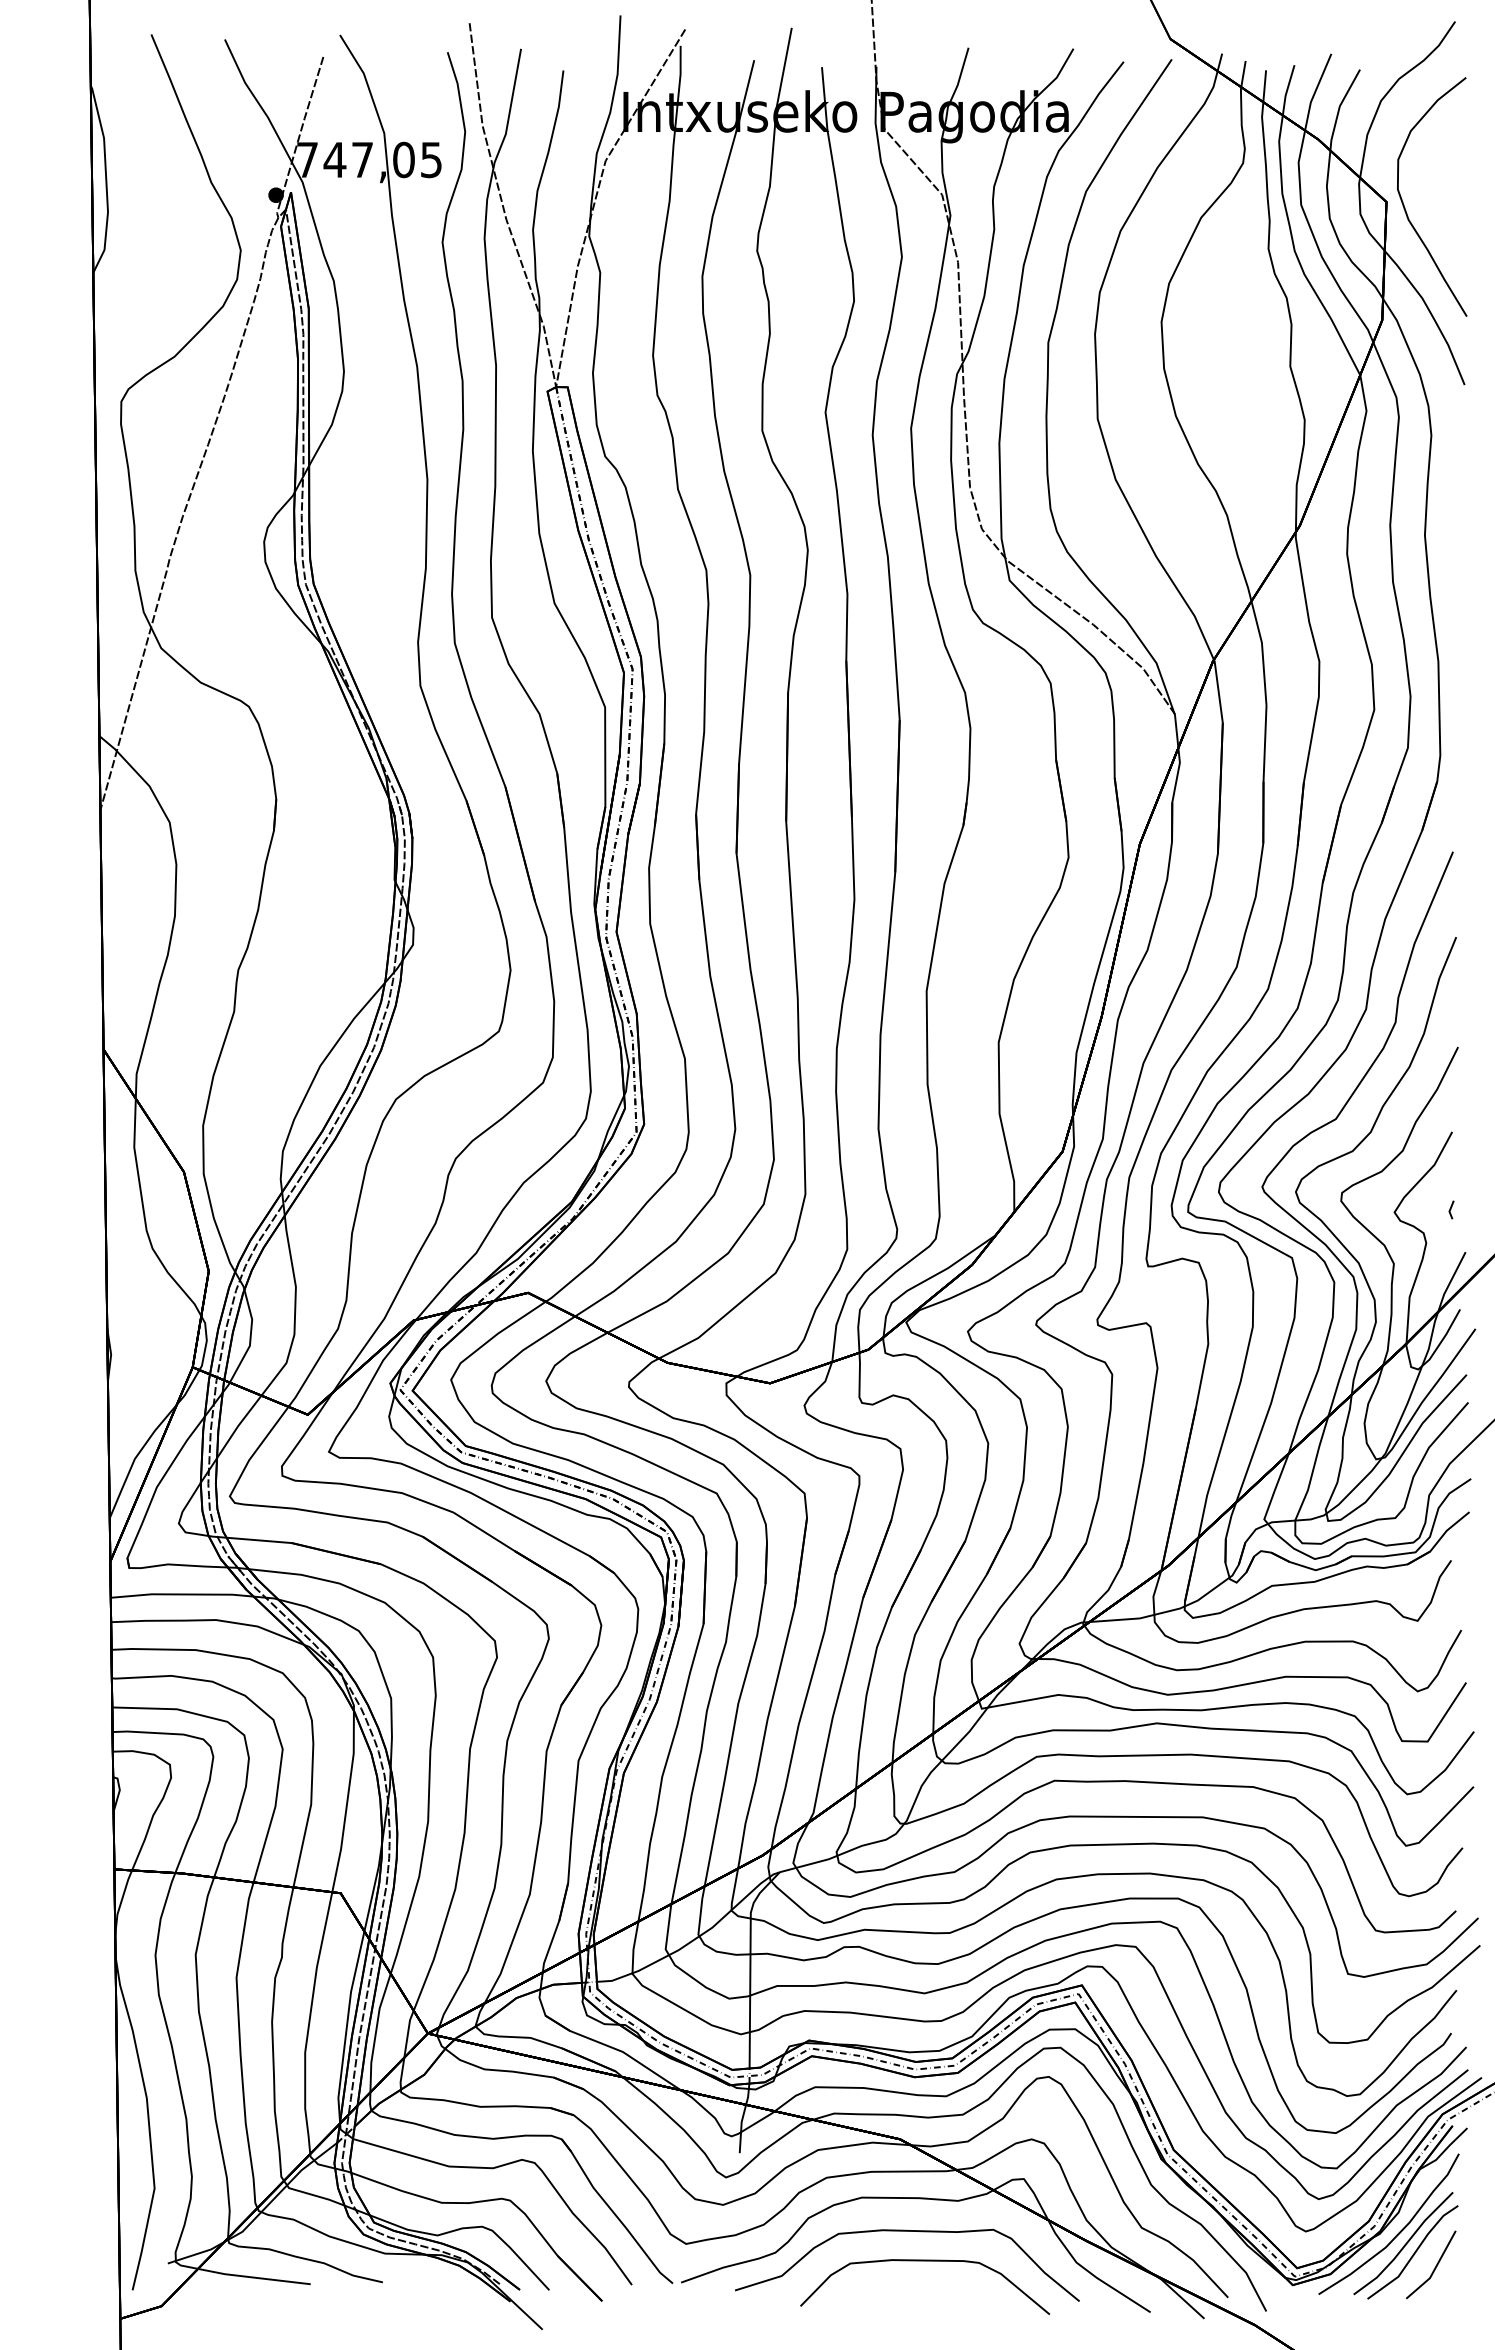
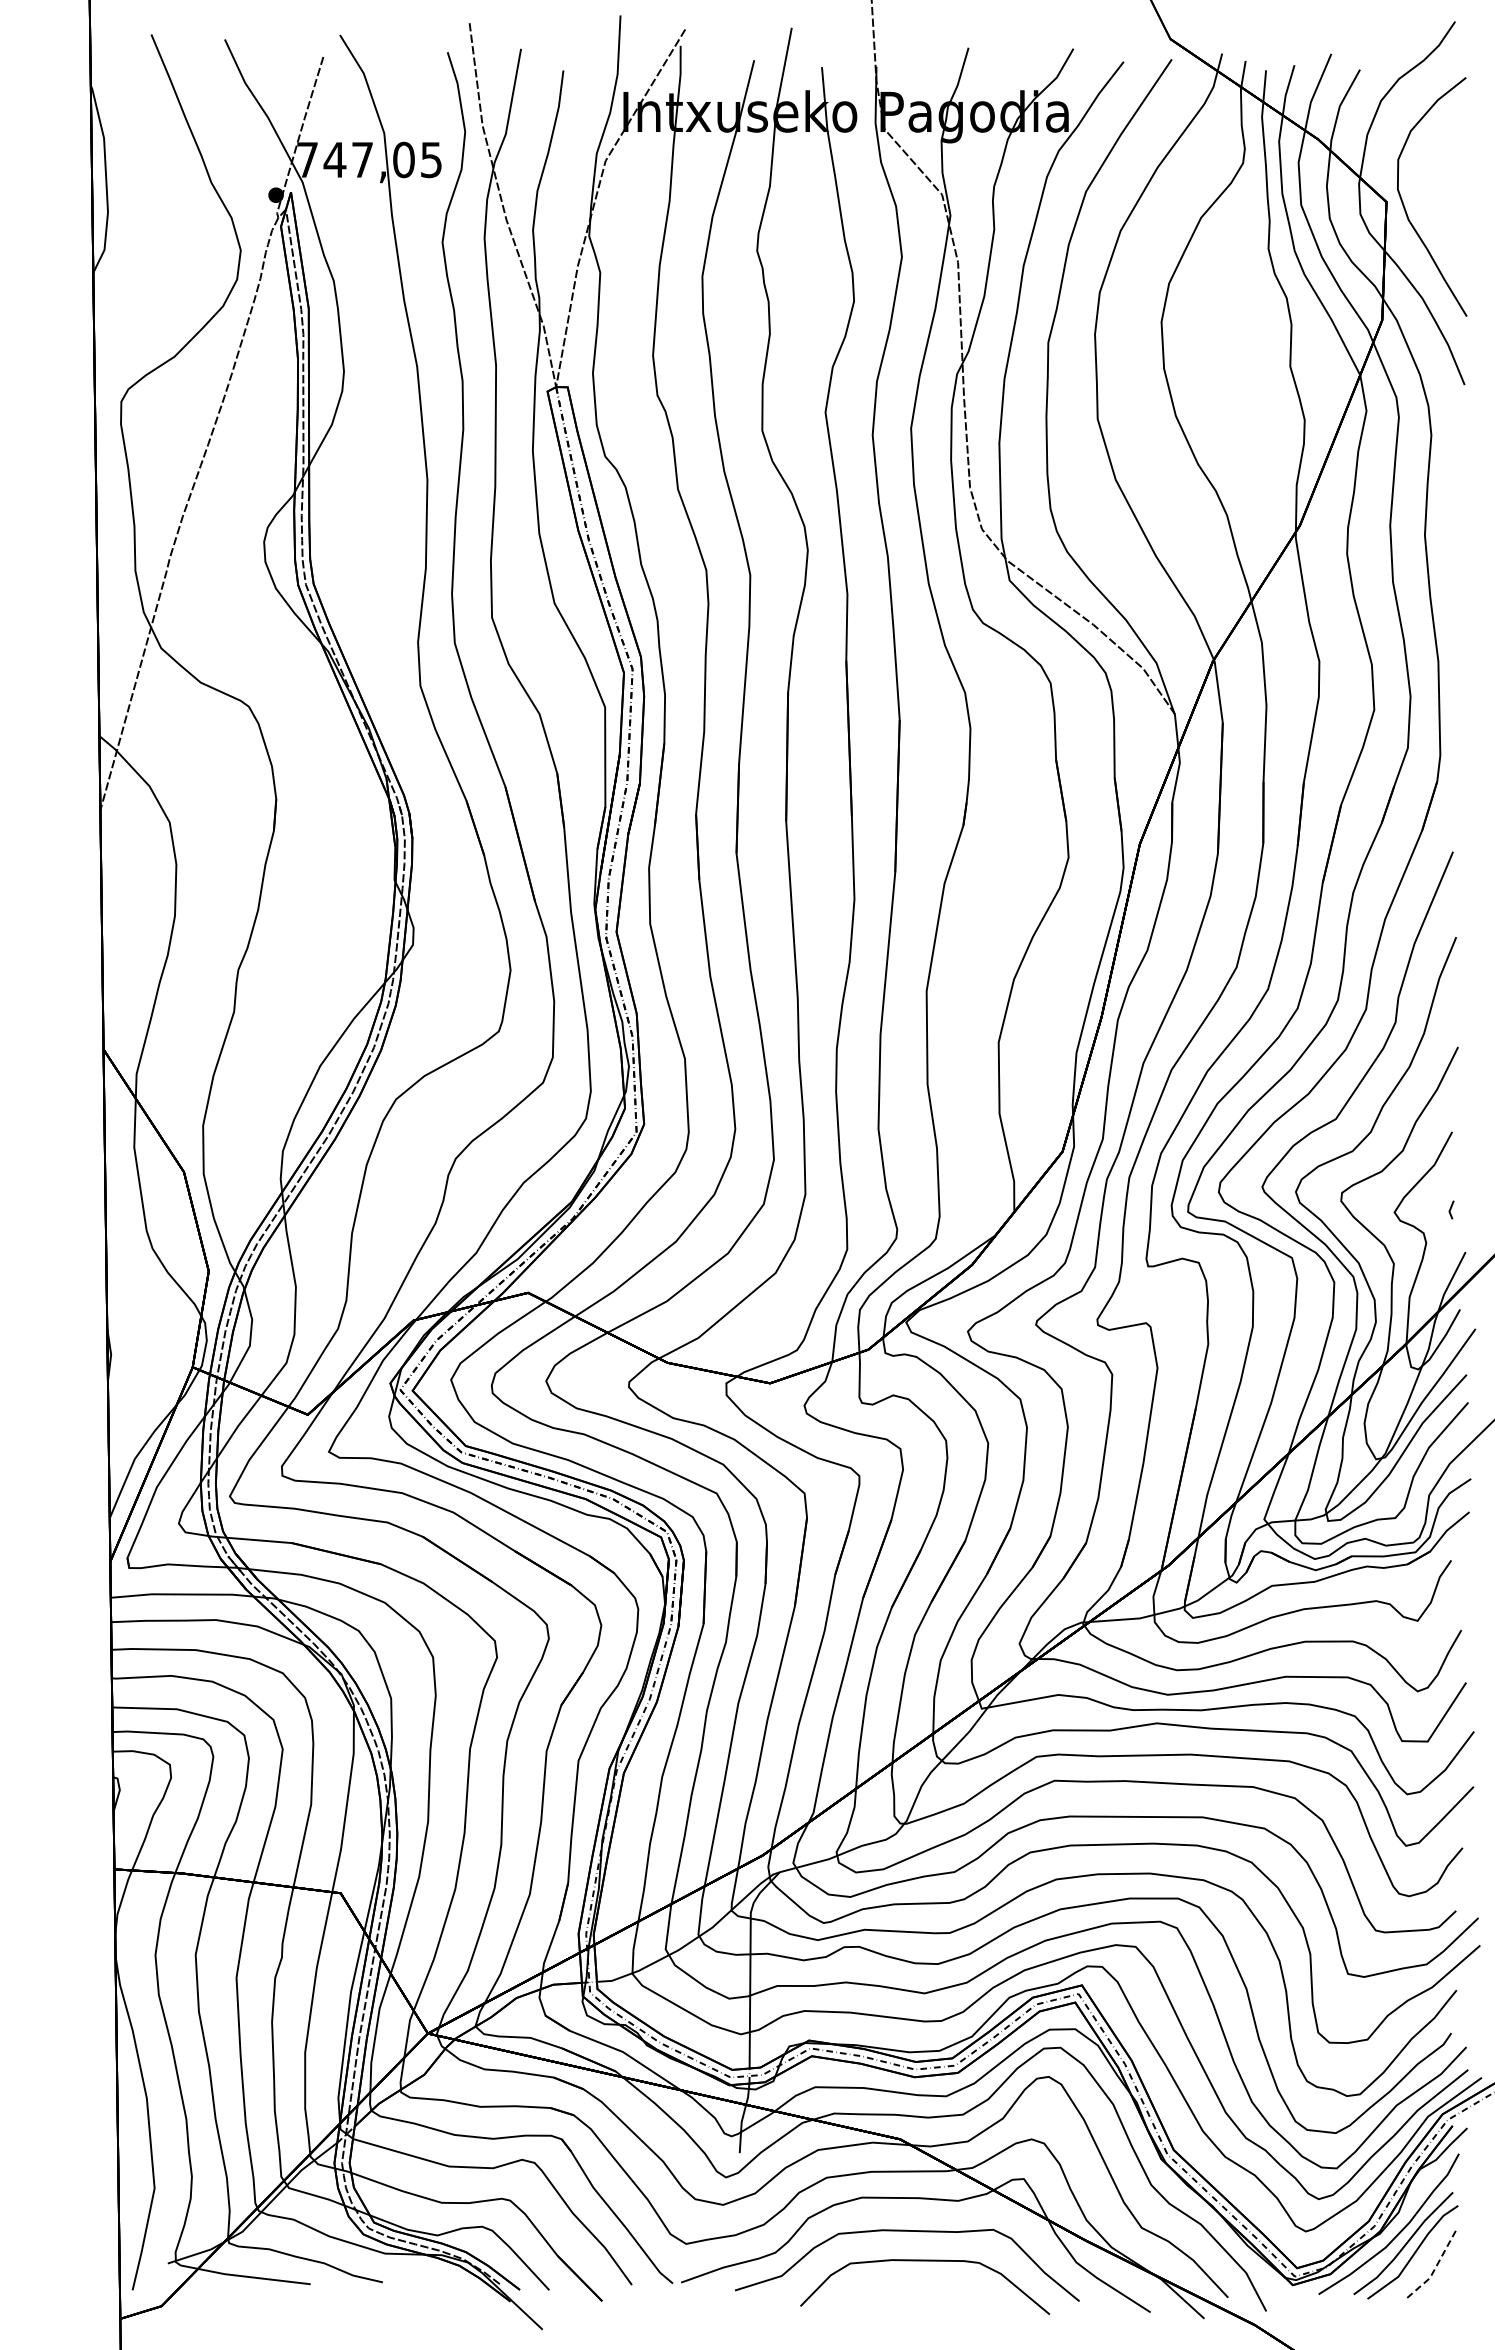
line at (1434, 2269): solid -> dashed
